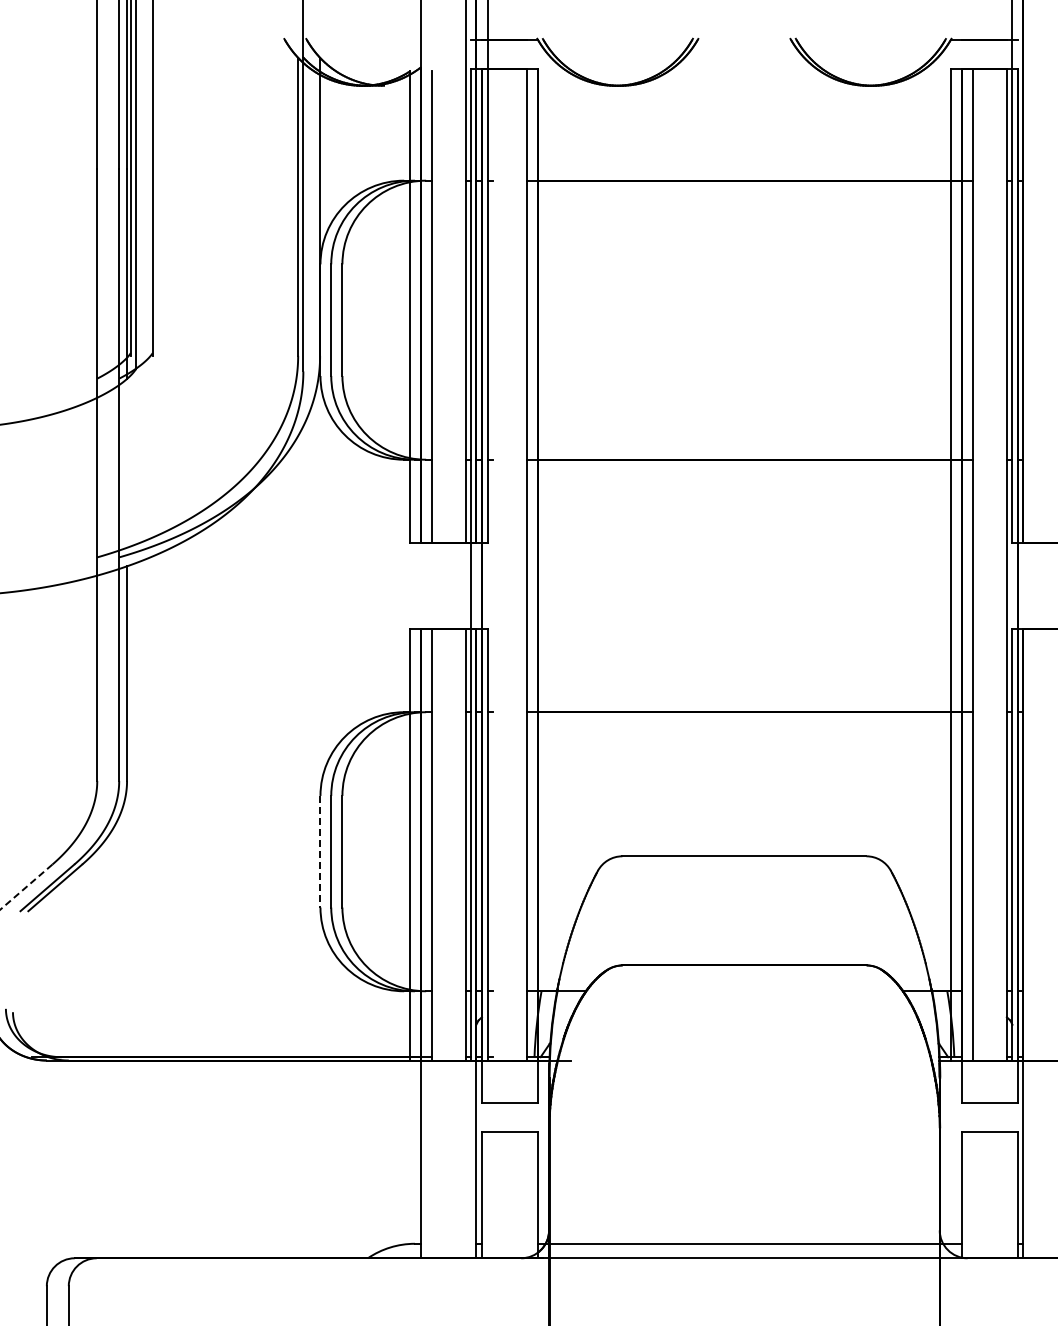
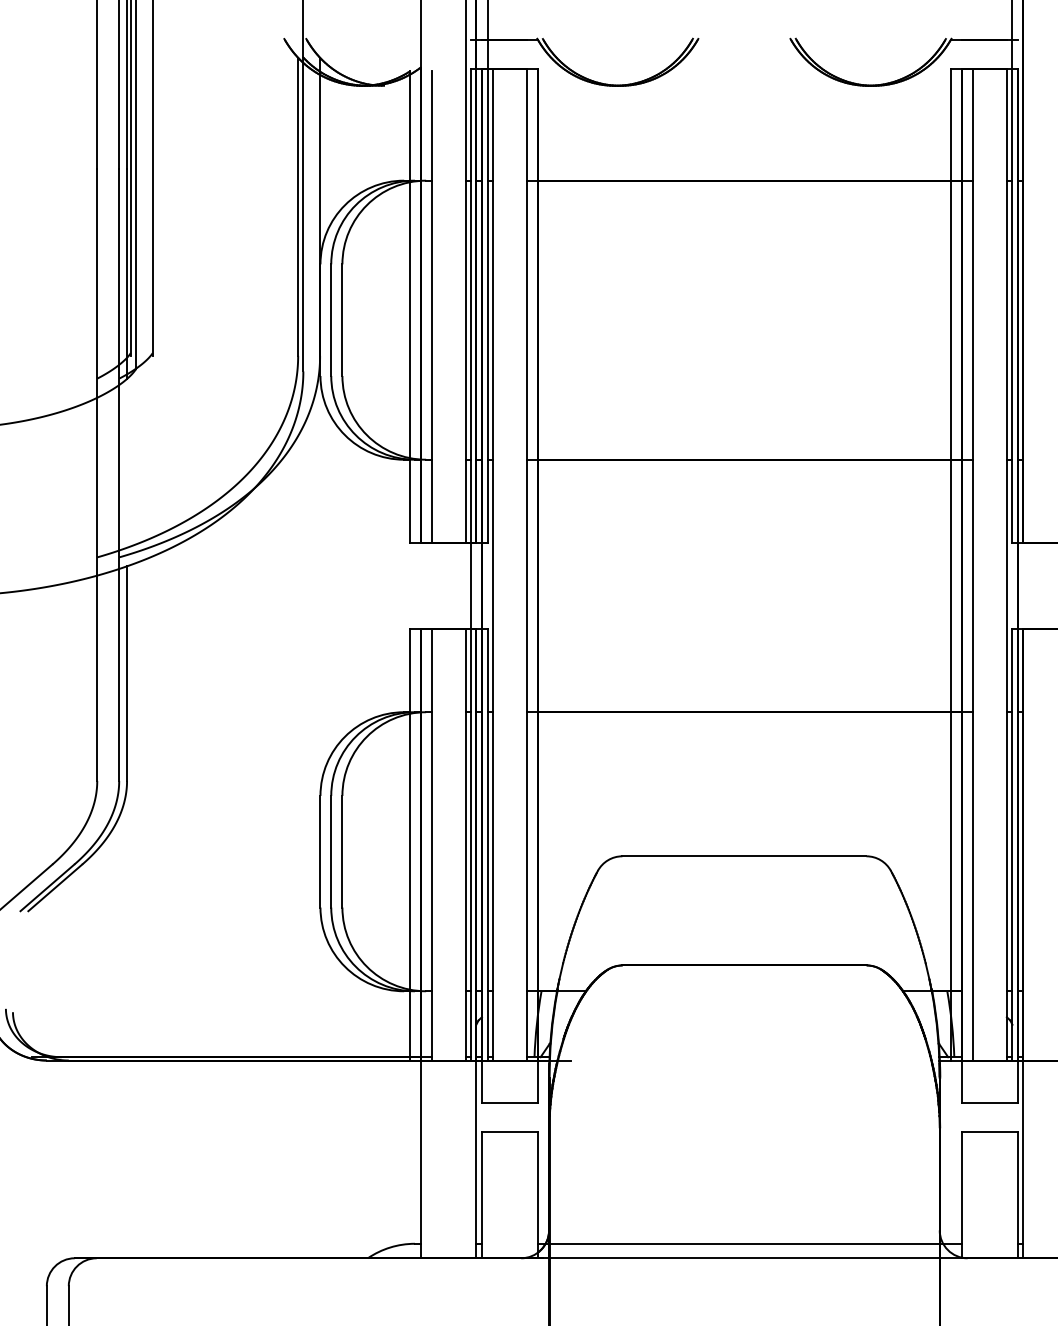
line at (493, 564): none -> present
line at (320, 851): dashed -> solid
line at (26, 887): dashed -> solid
